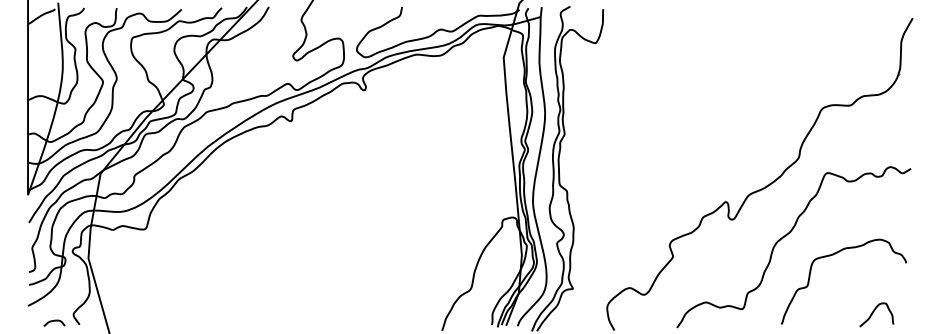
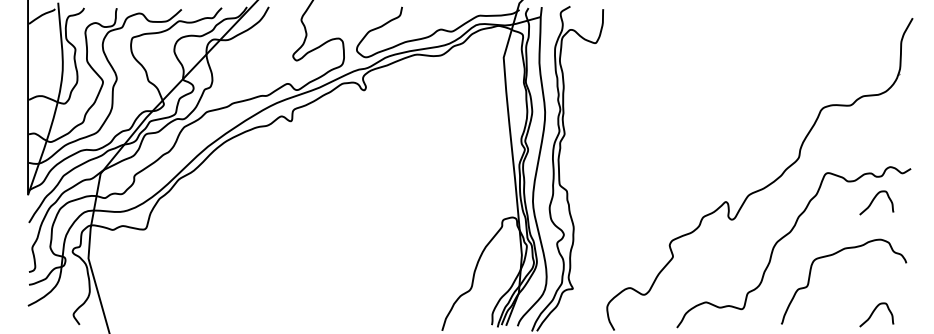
curve at (873, 201): none -> present
curve at (54, 321): present -> none
